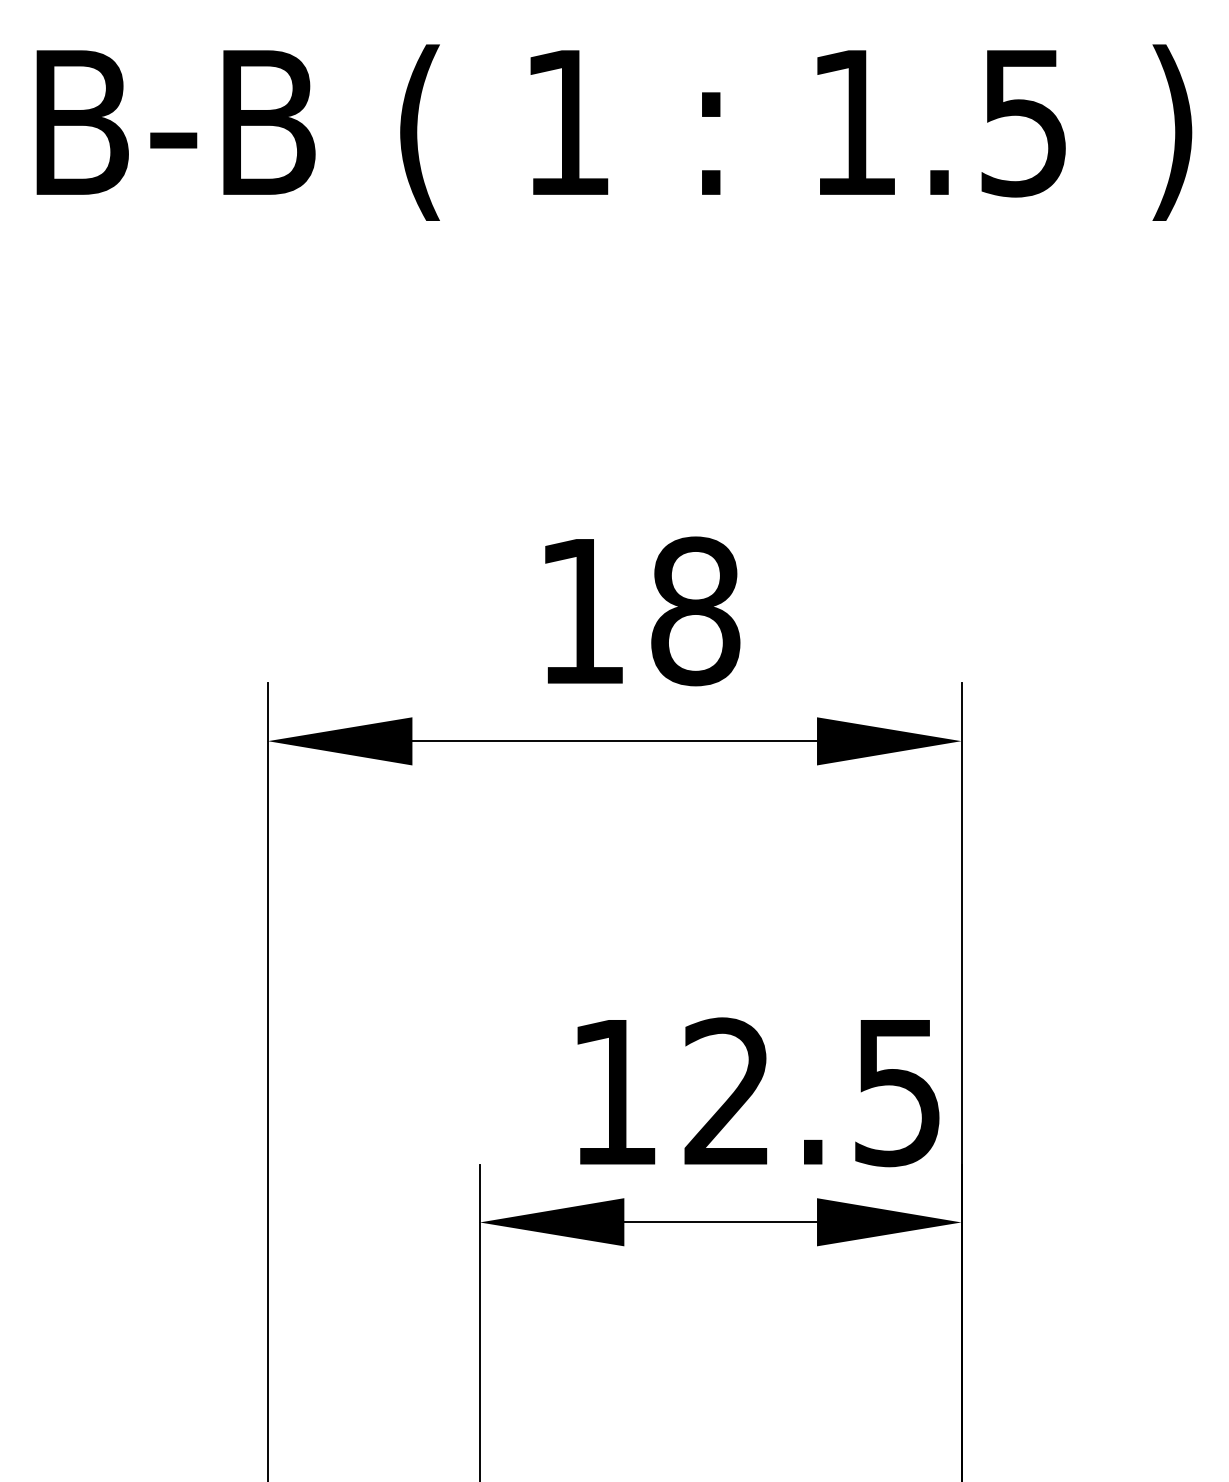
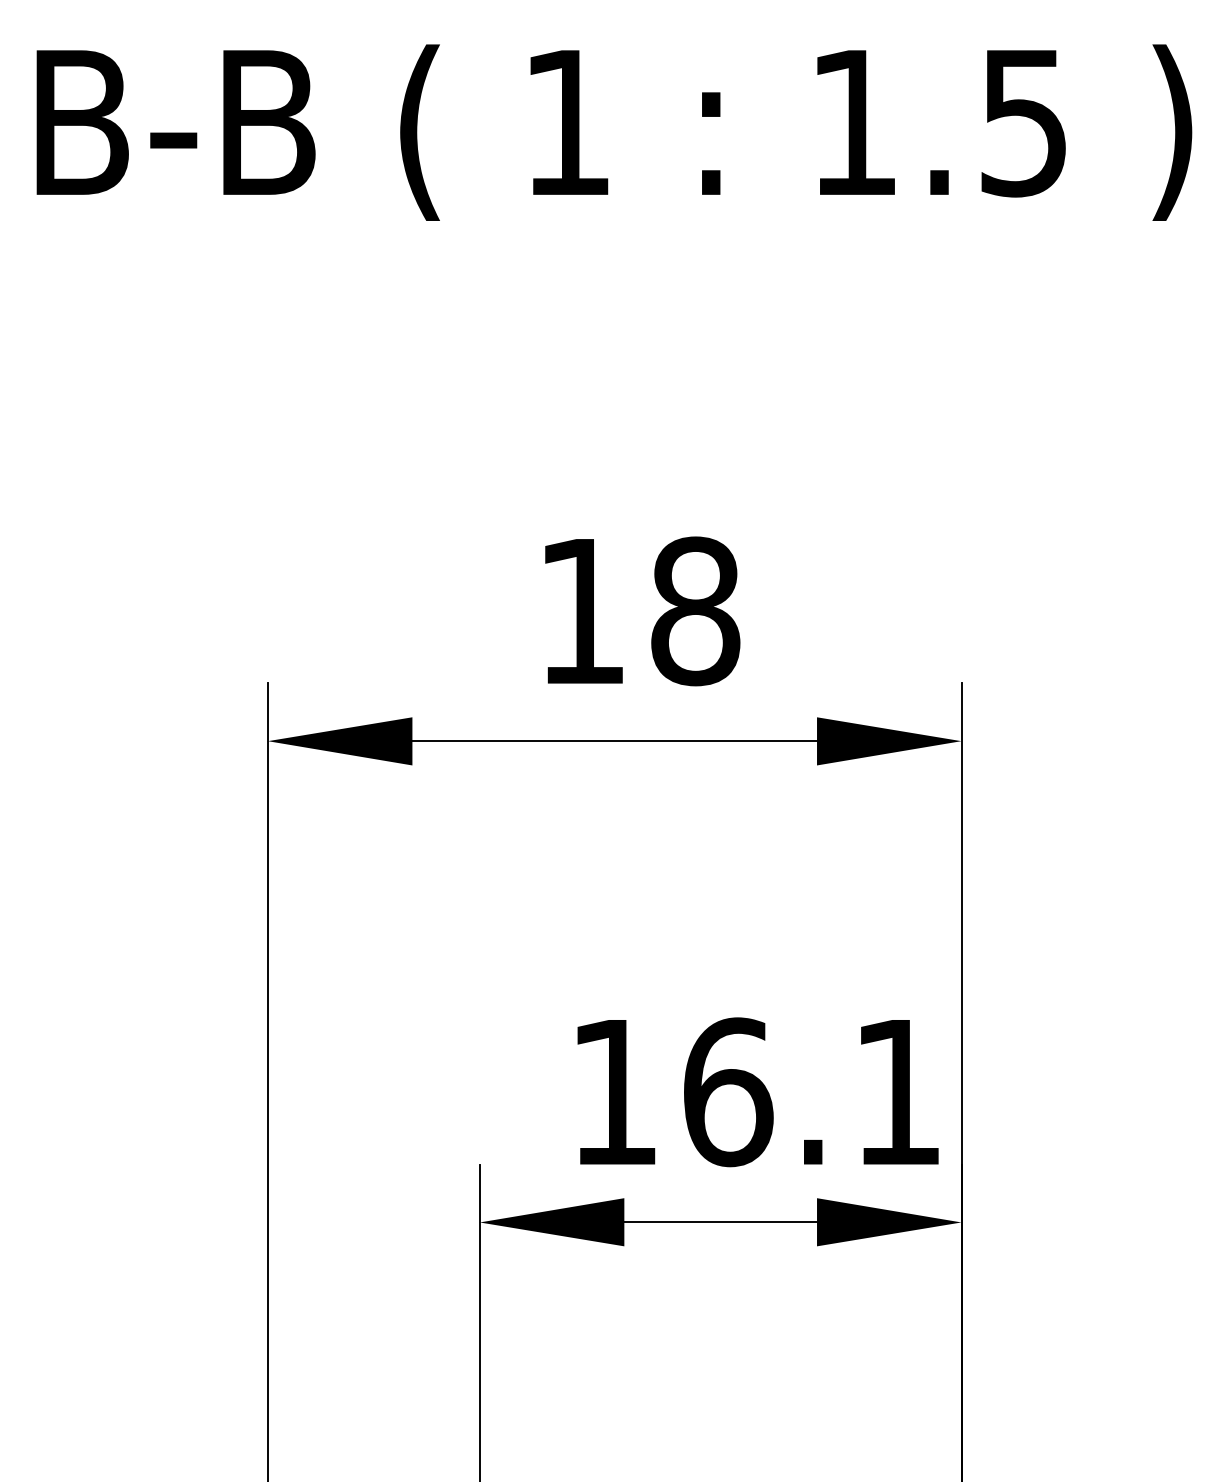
text at (811, 1092): 12.5 -> 16.1
